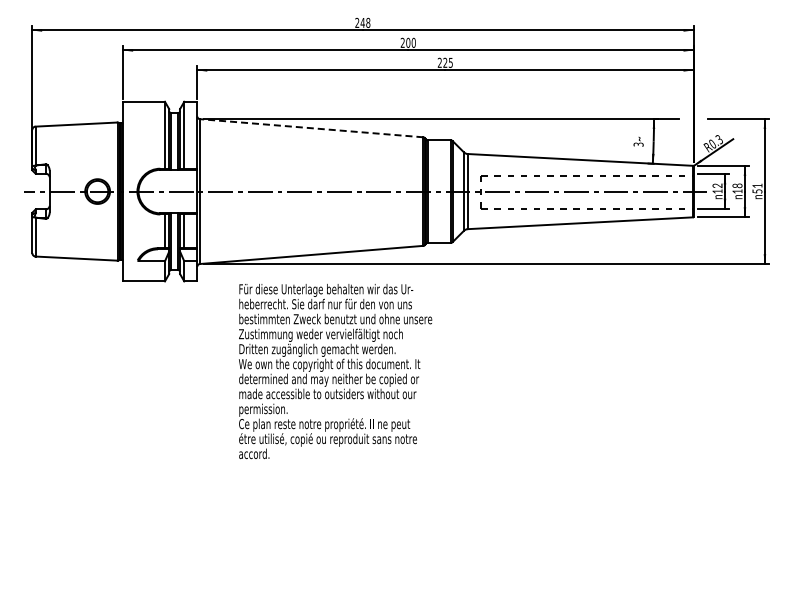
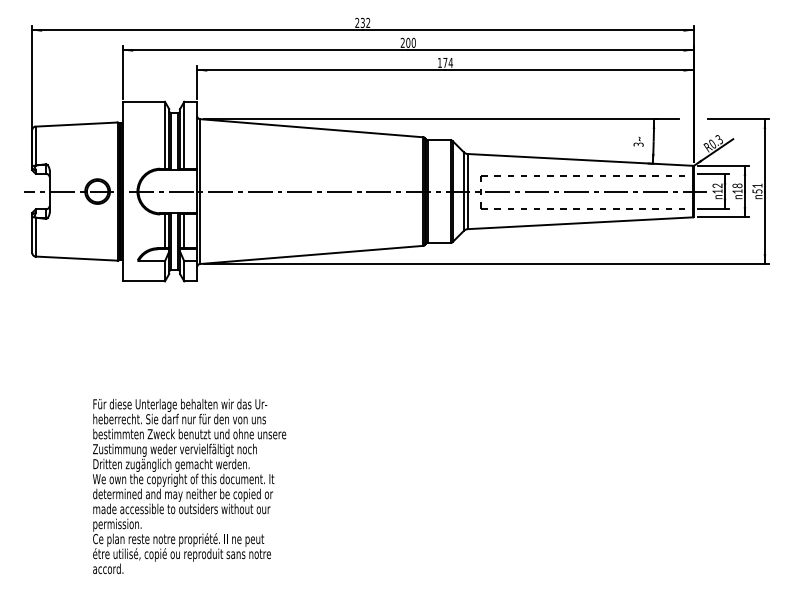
text at (365, 22): 248 -> 232
text at (444, 62): 225 -> 174
line at (311, 128): dashed -> solid
text at (335, 371) position: (335, 371) -> (189, 486)
